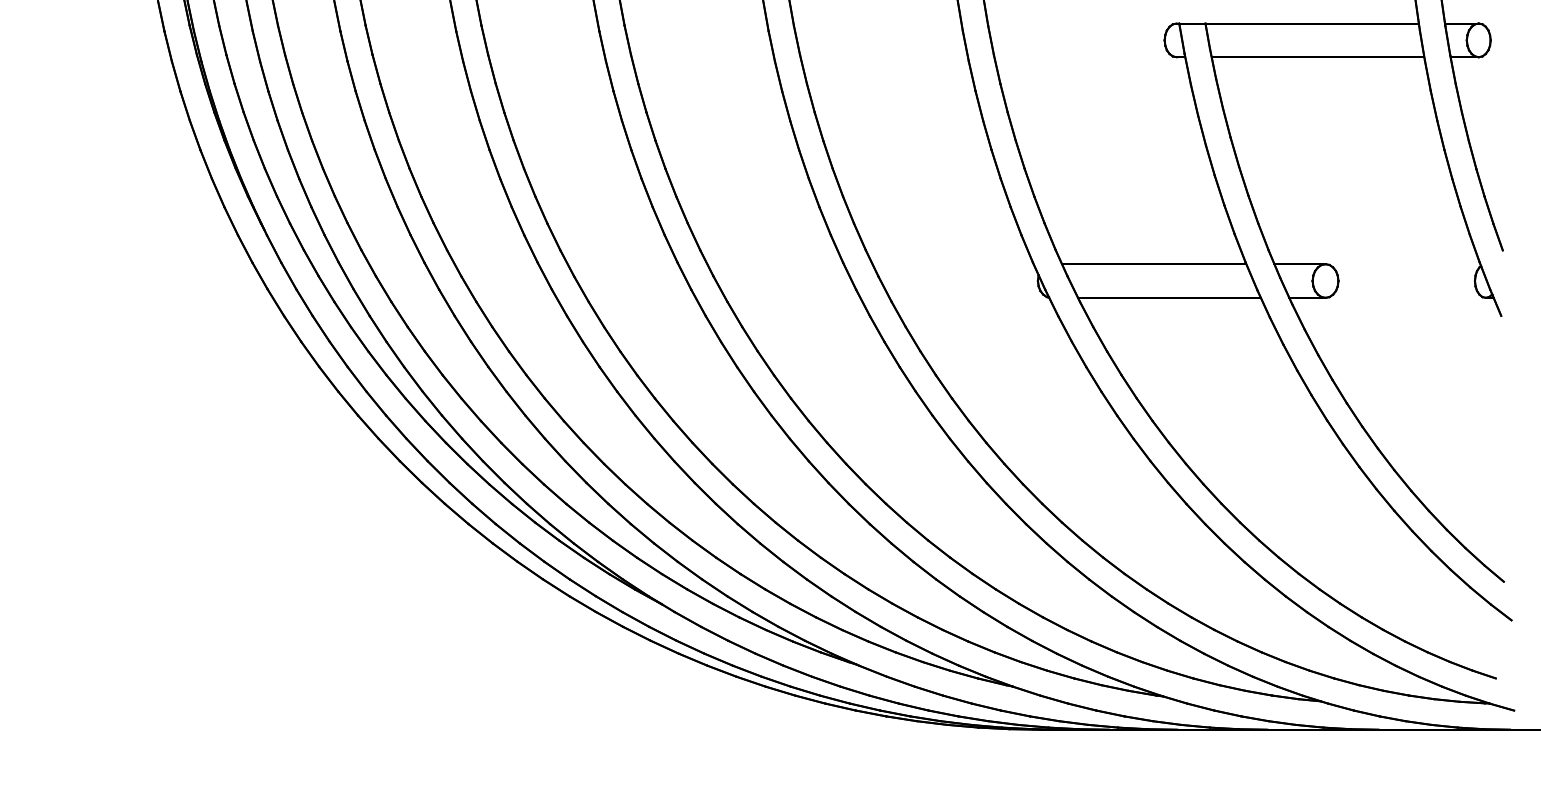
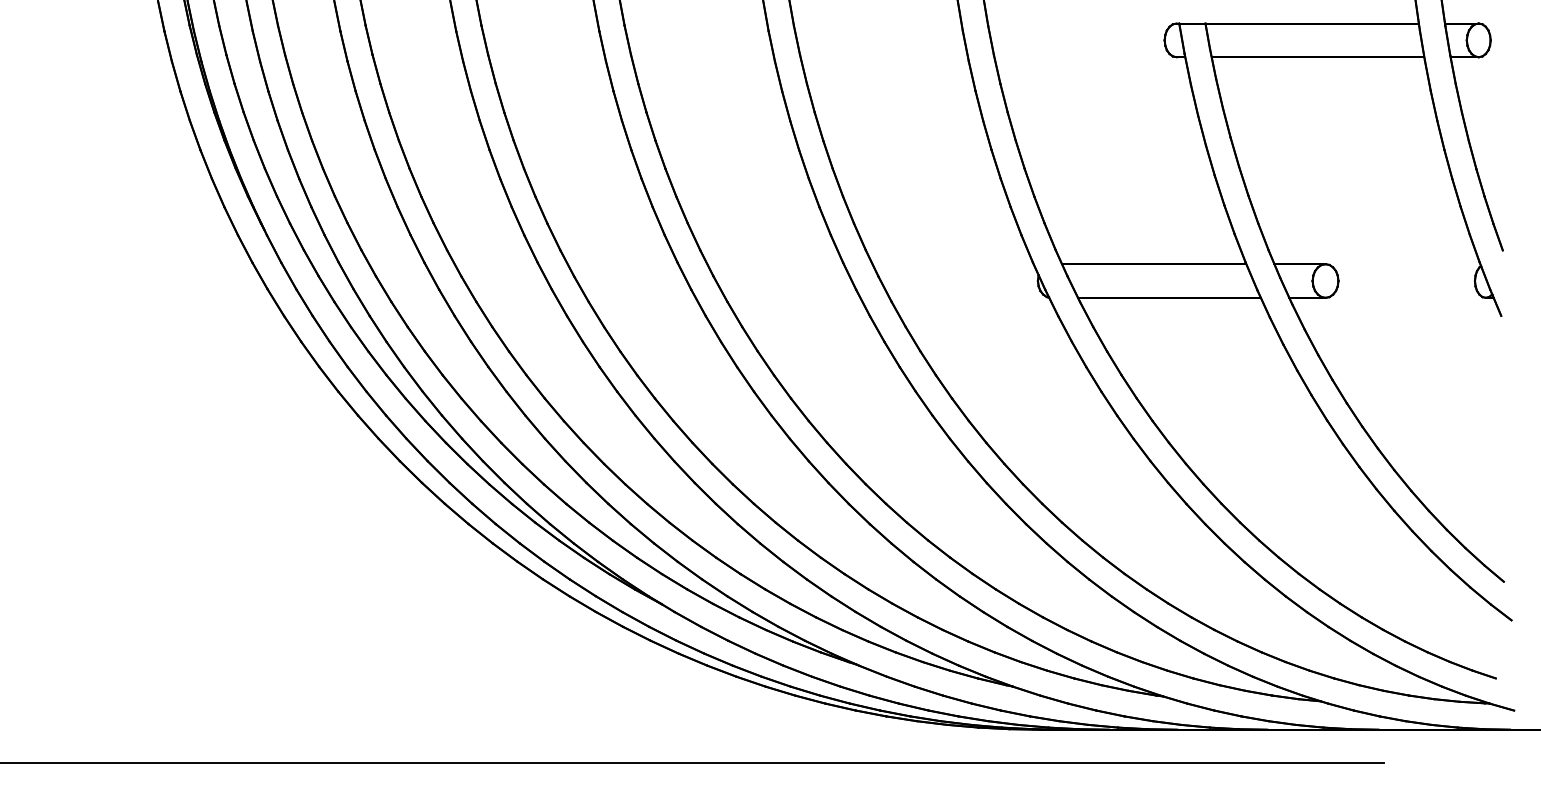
line at (693, 763): none -> present
